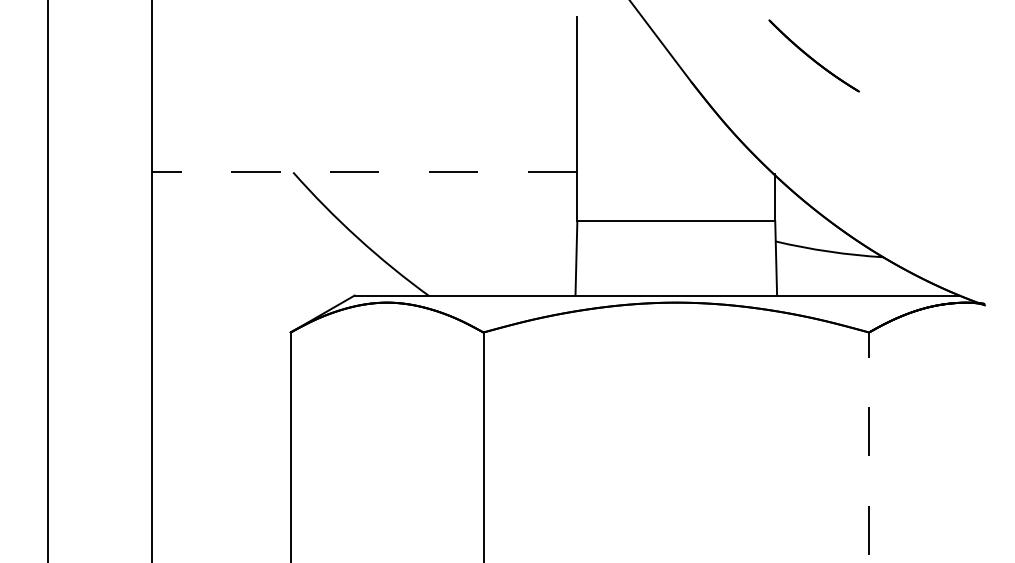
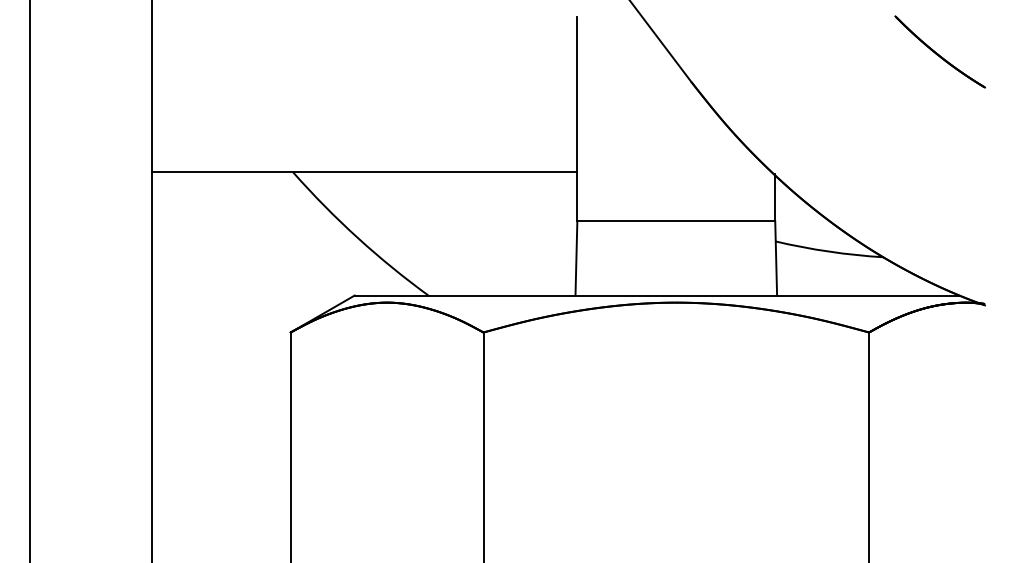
part at (813, 55) position: (813, 55) -> (939, 51)
line at (364, 171): dashed -> solid
line at (48, 280) position: (48, 280) -> (30, 280)
line at (869, 447): dashed -> solid
